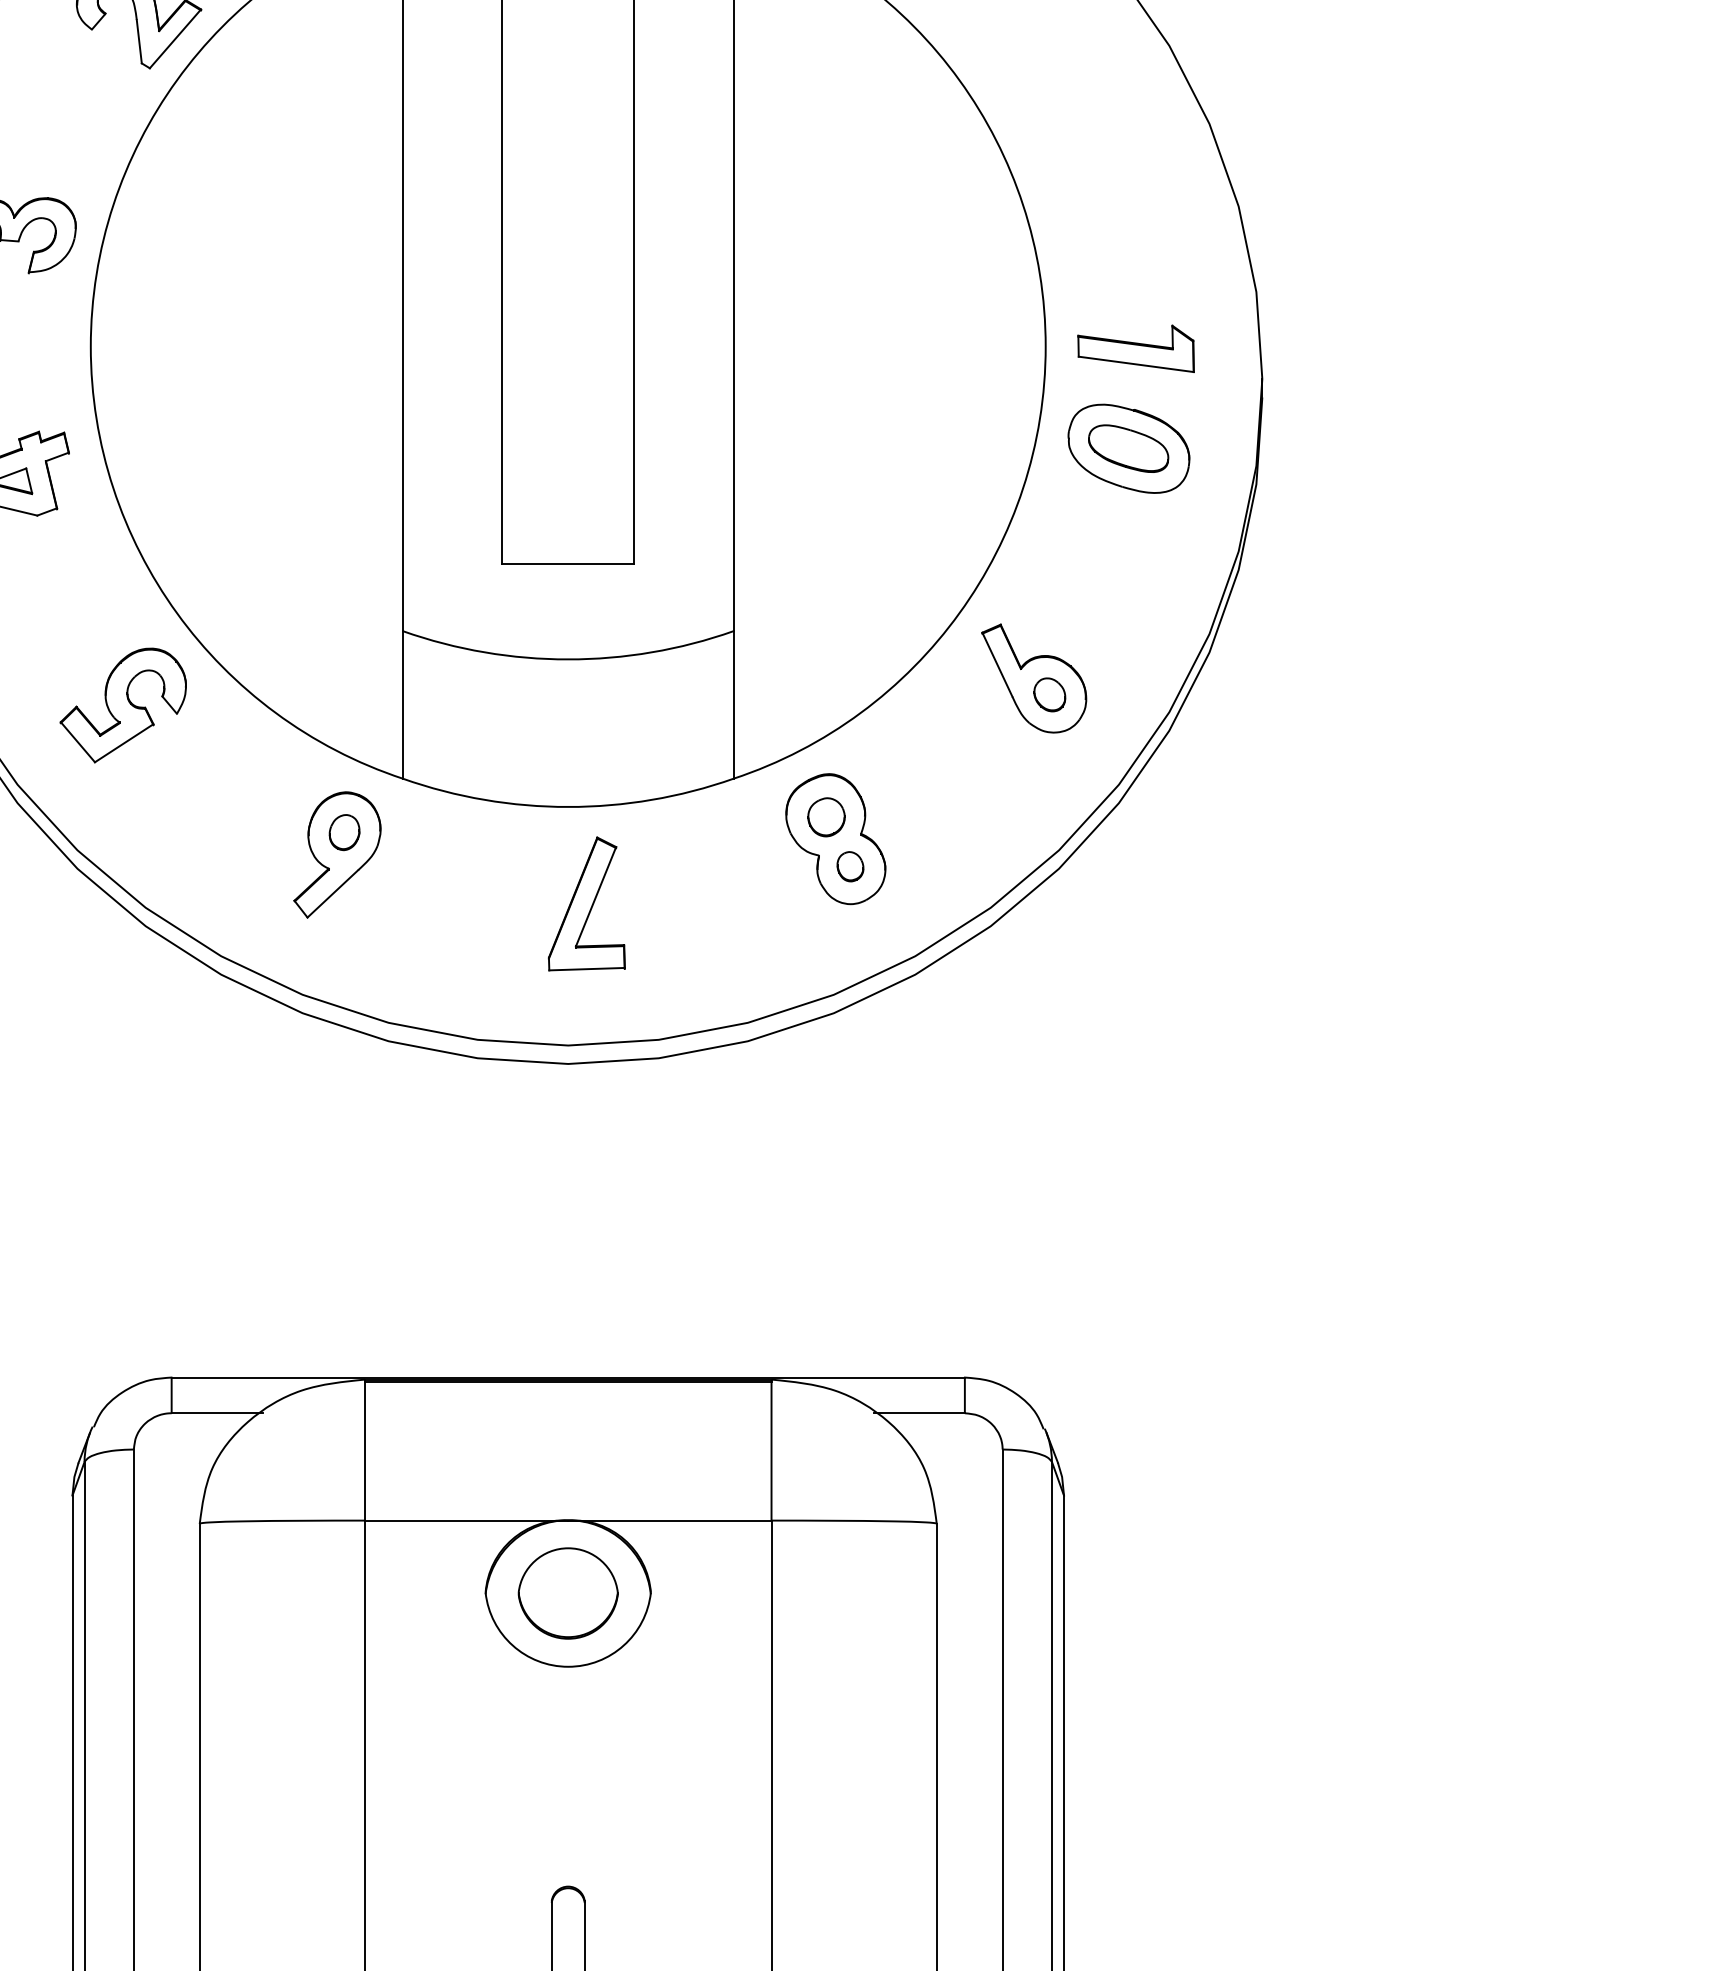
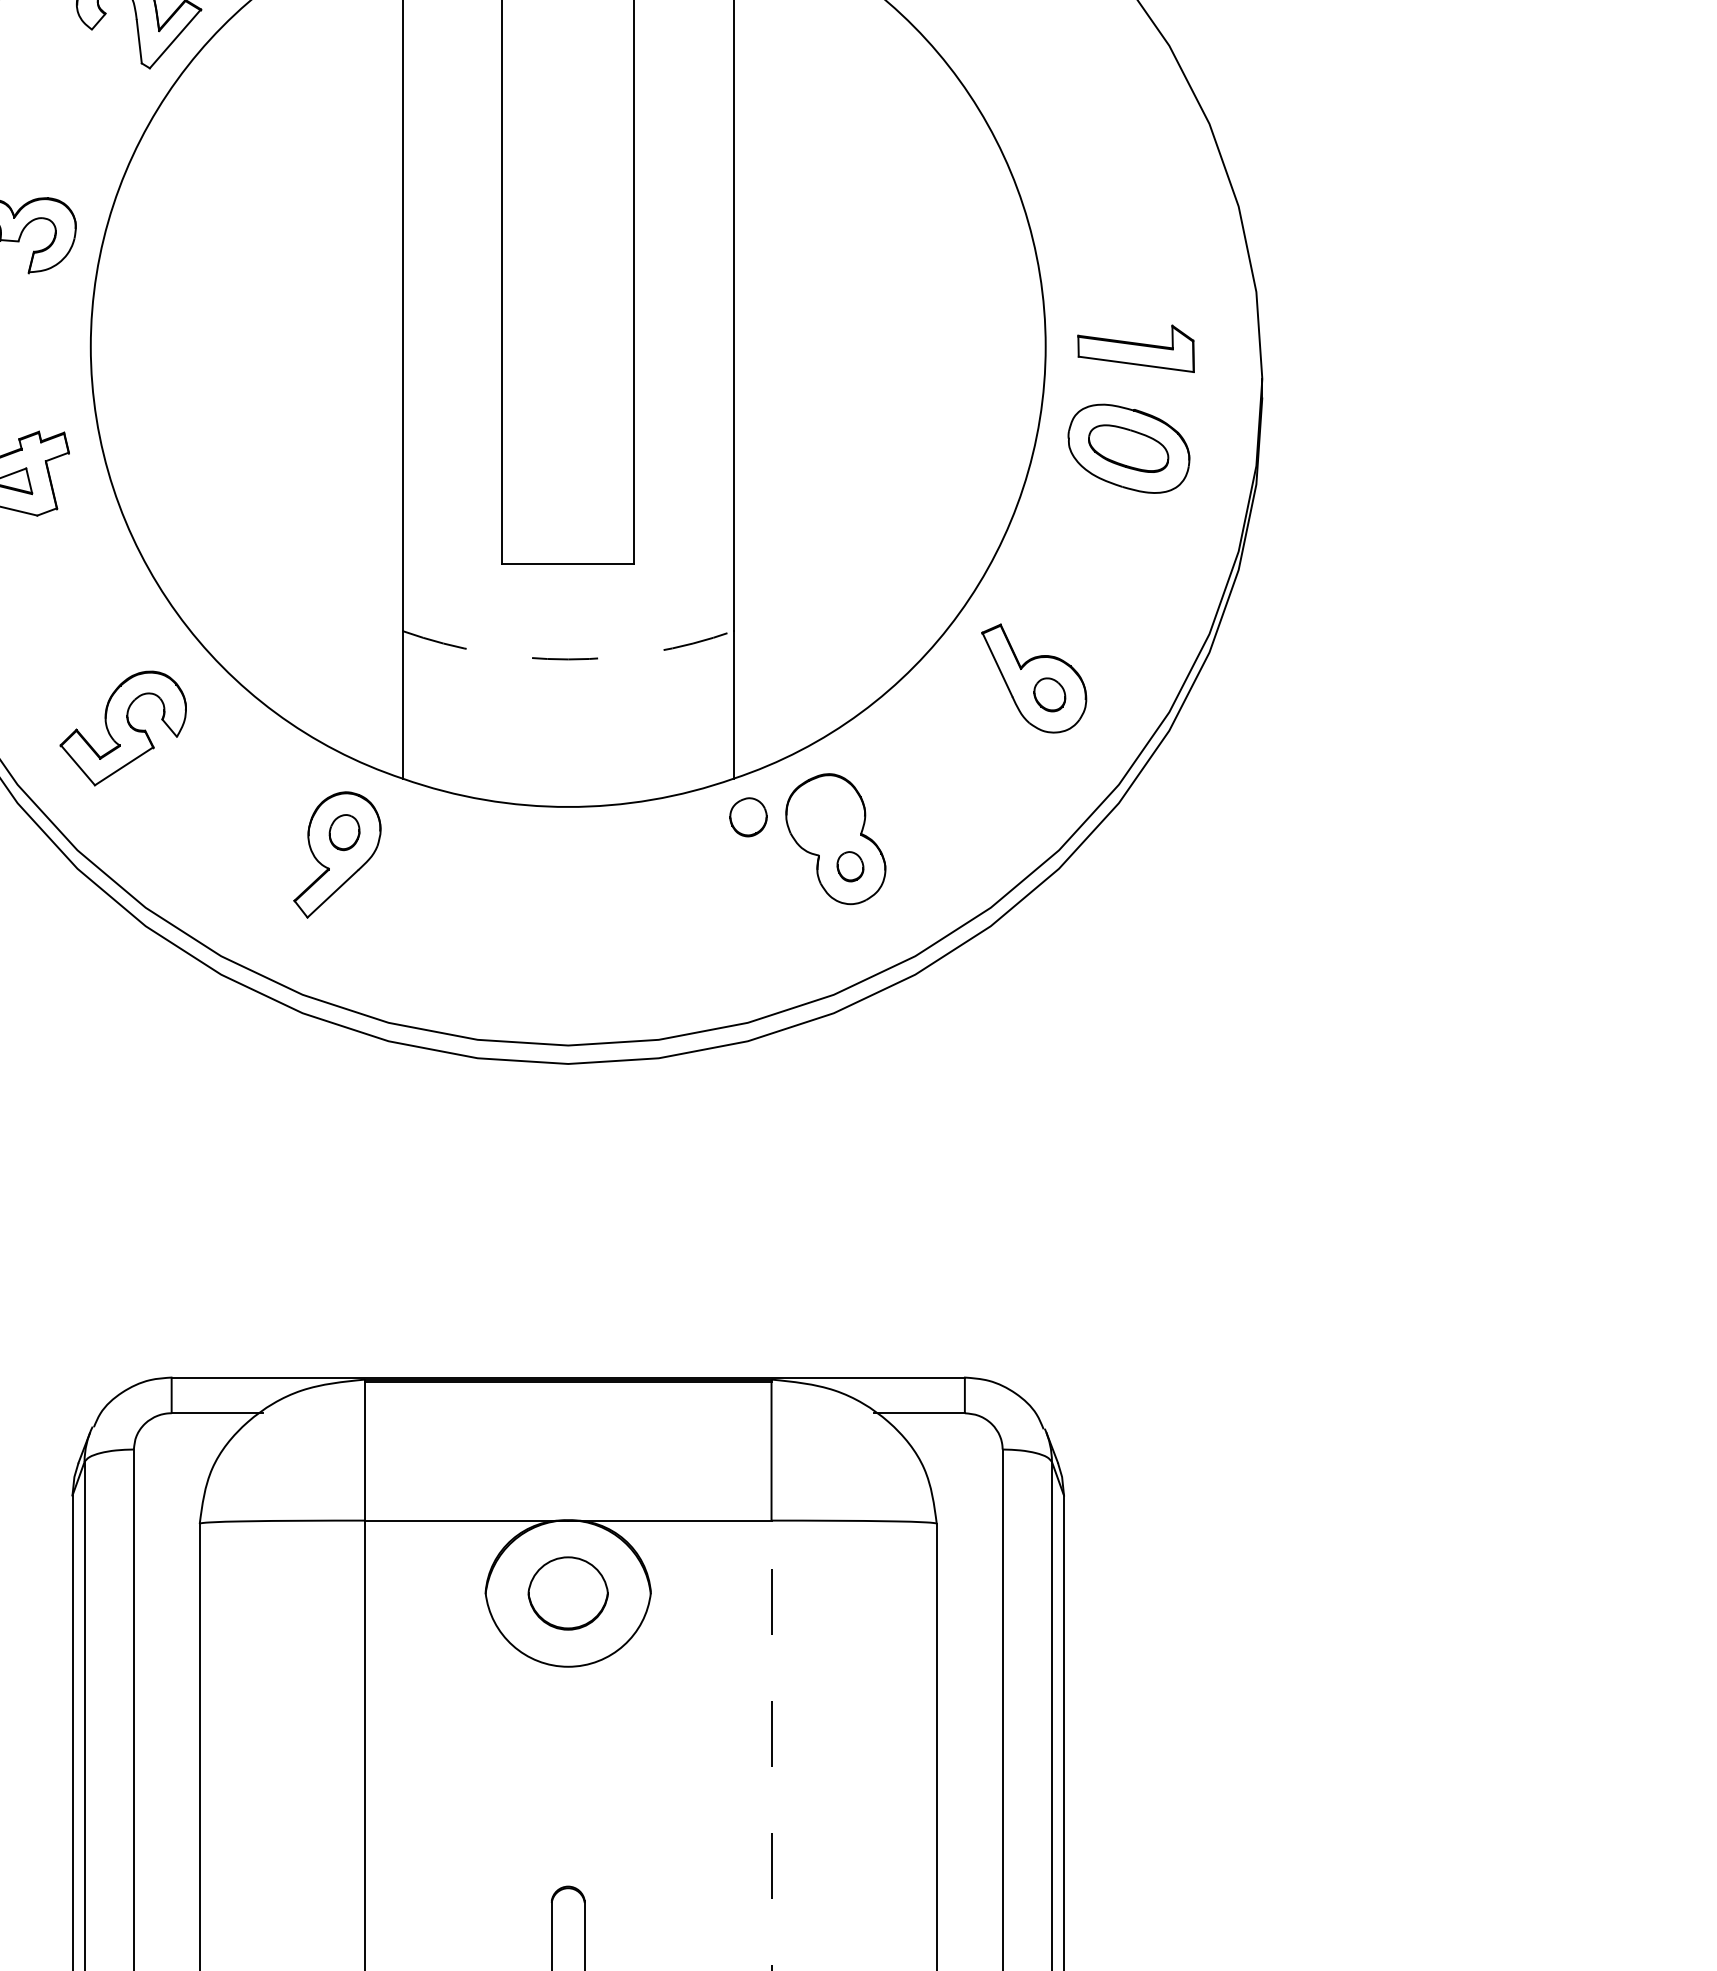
arc at (568, 659): solid -> dashed
part at (122, 705) position: (122, 705) -> (122, 728)
part at (826, 817) position: (826, 817) -> (748, 817)
part at (586, 903): present -> none
part at (567, 1593) size: 102x93 px -> 82x75 px
line at (771, 1745): solid -> dashed
